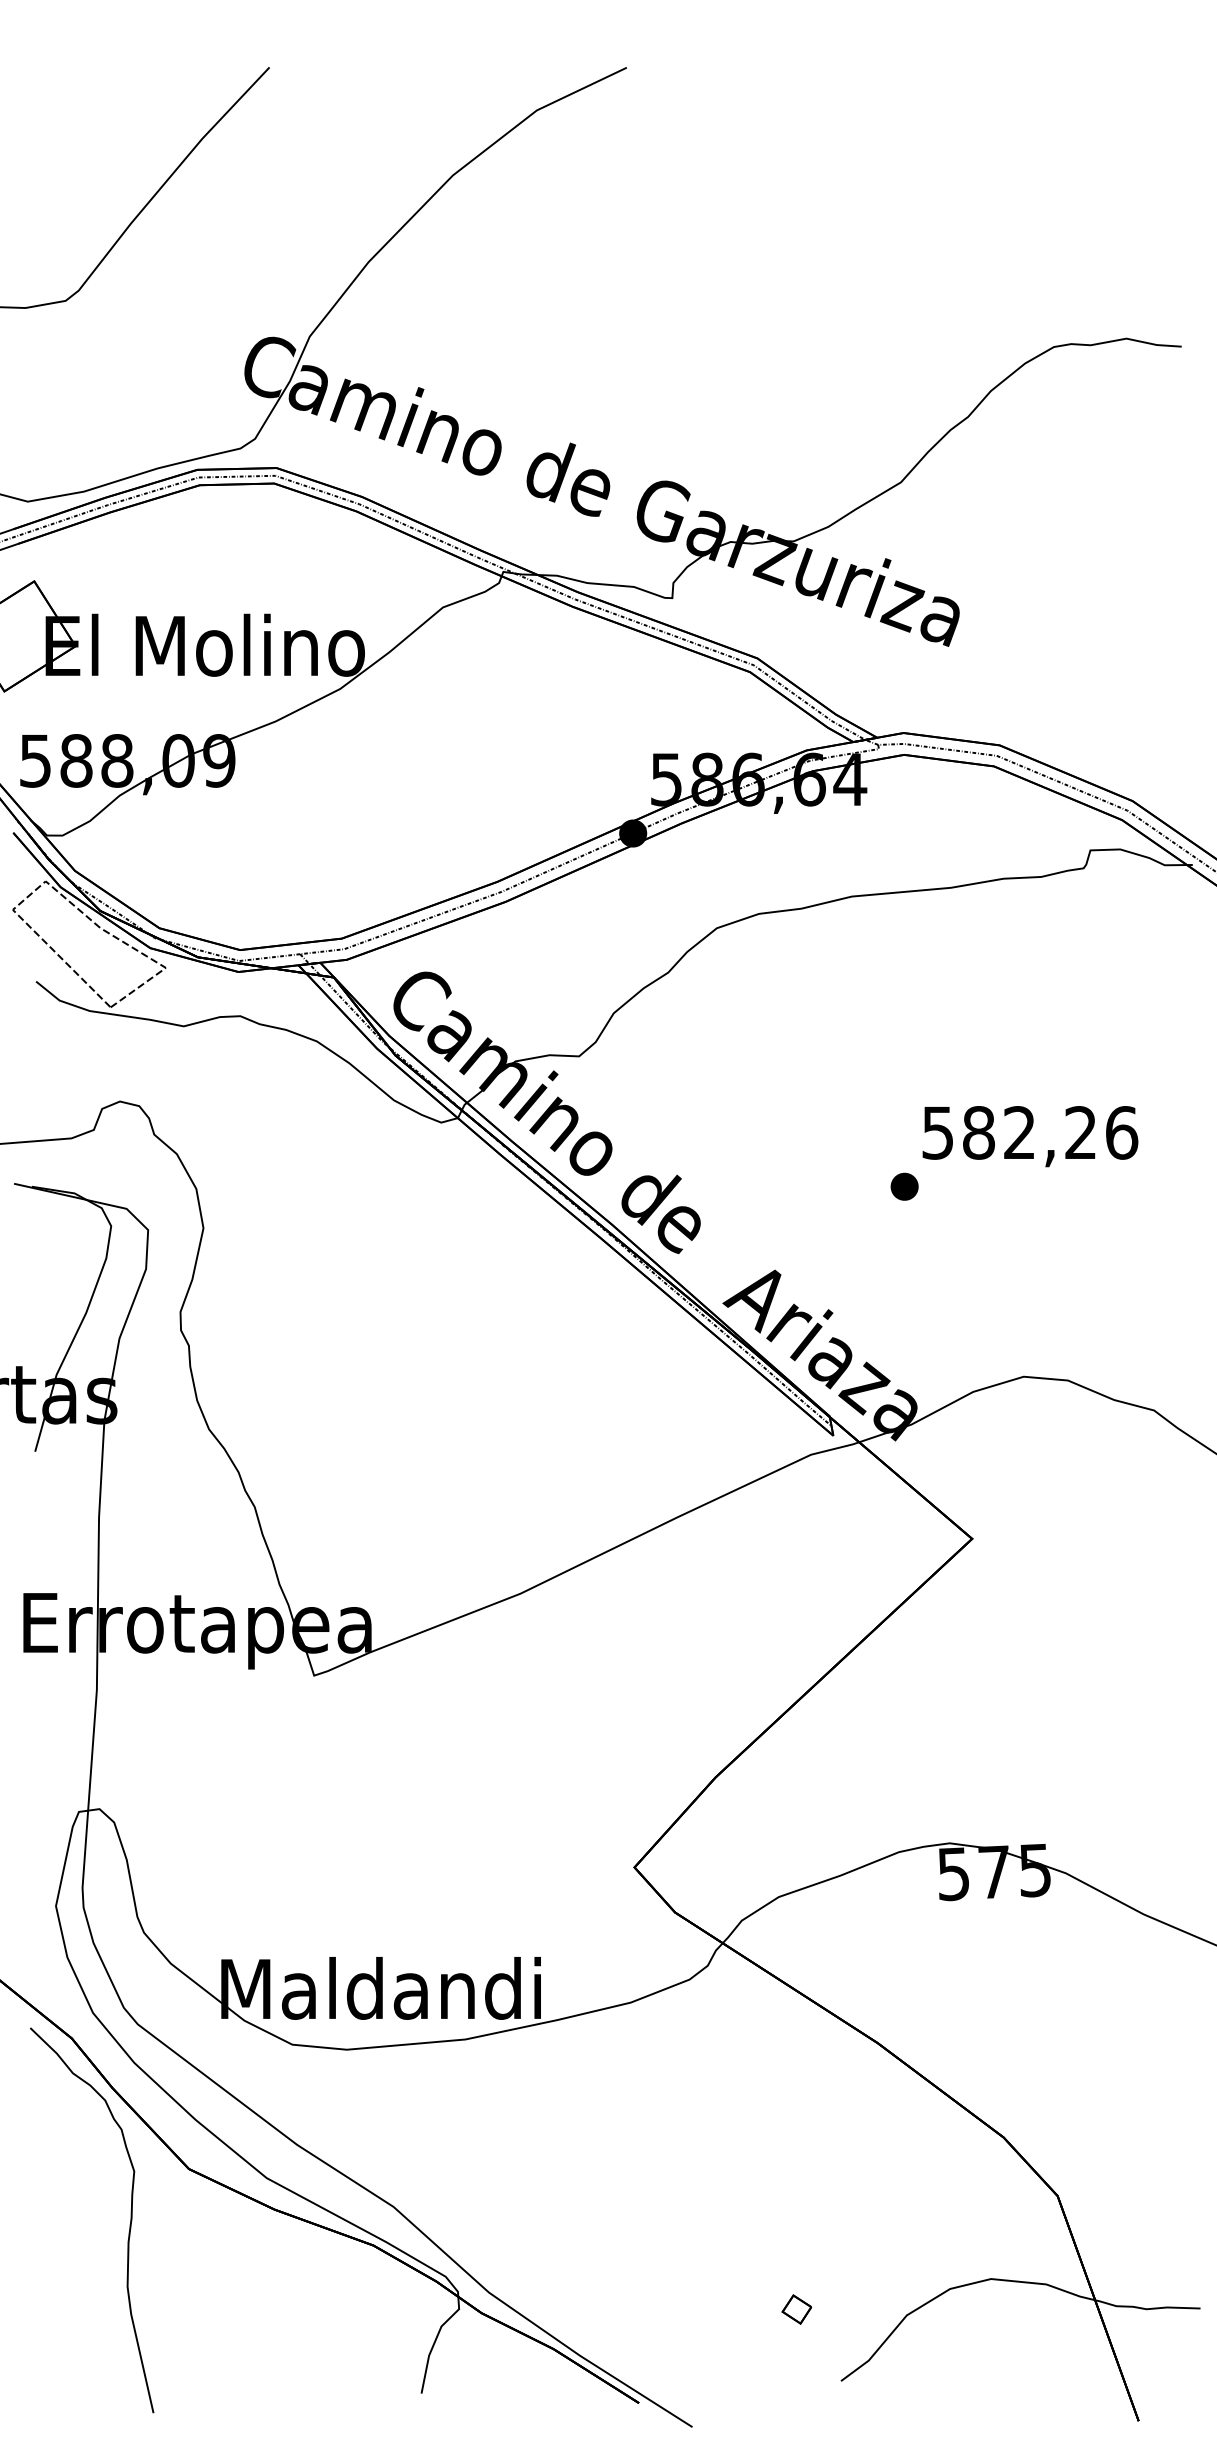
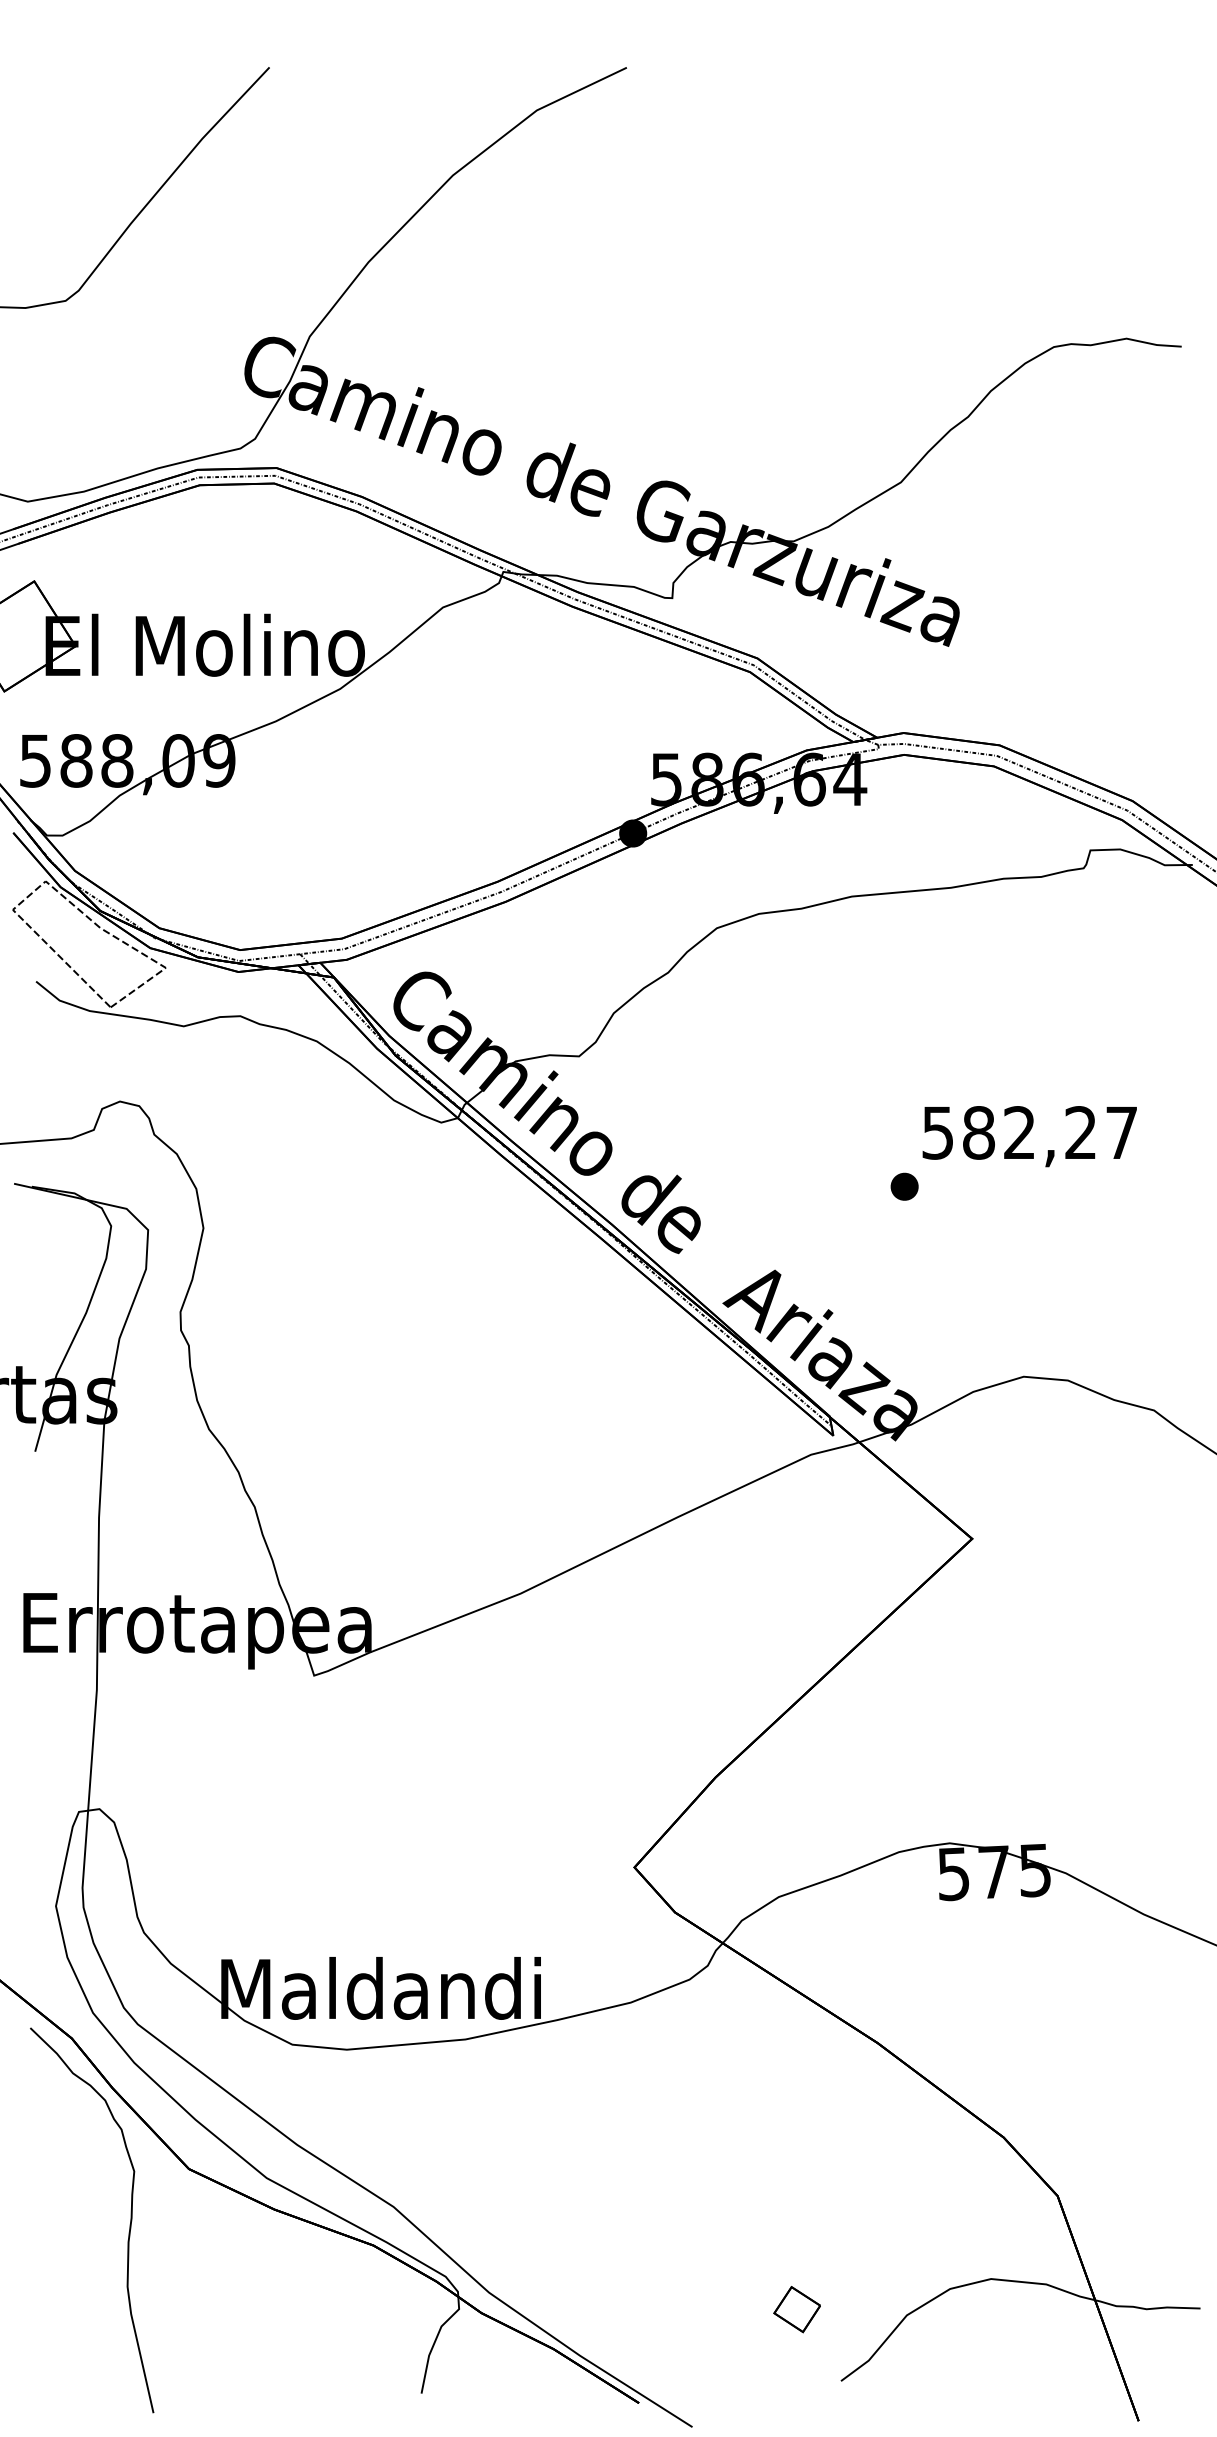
text at (1122, 1132): 582,26 -> 582,27
part at (796, 2309) size: 31x31 px -> 48x48 px
